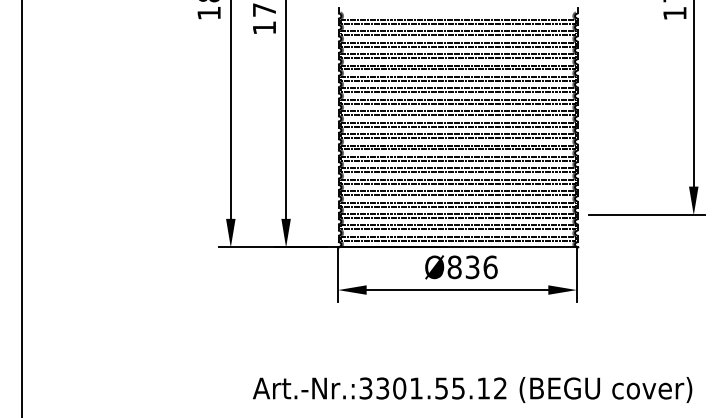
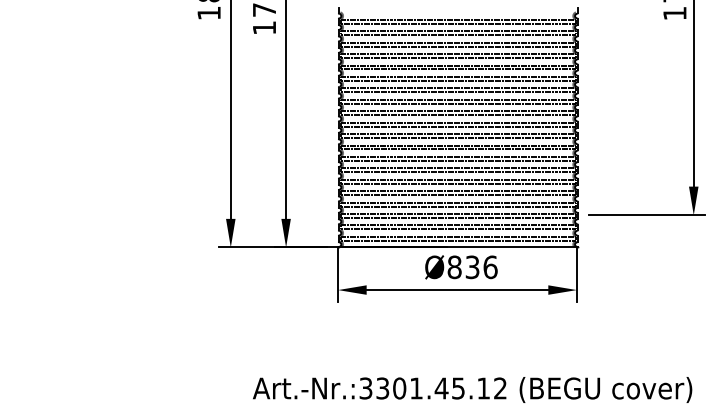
line at (21, 208): present -> none
text at (441, 388): Art.-Nr.:3301.55.12 -> Art.-Nr.:3301.45.12
